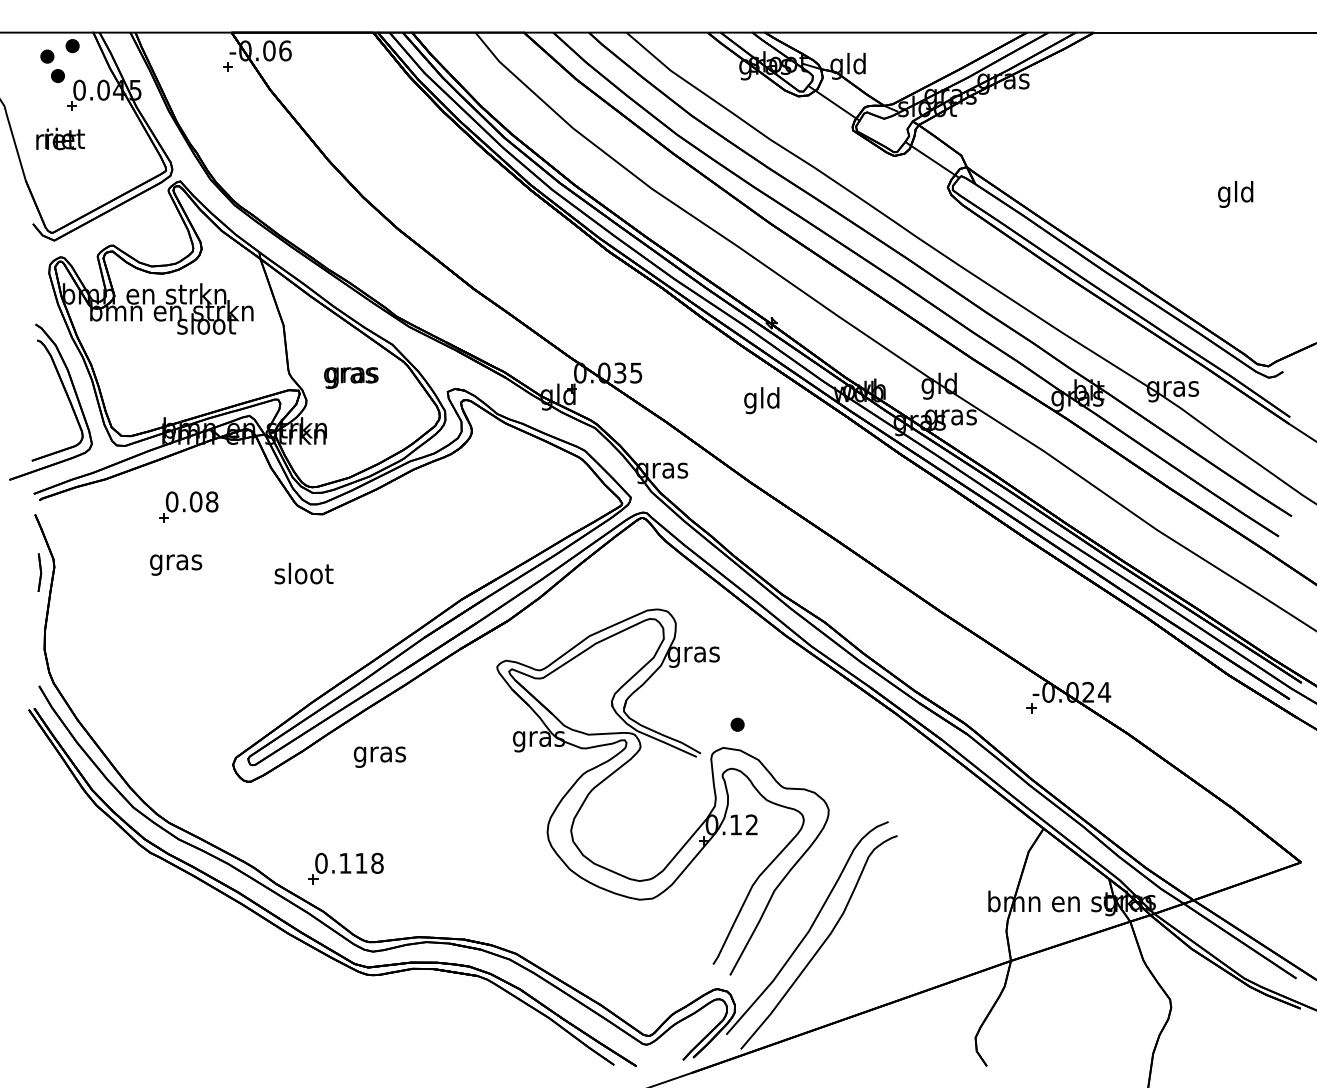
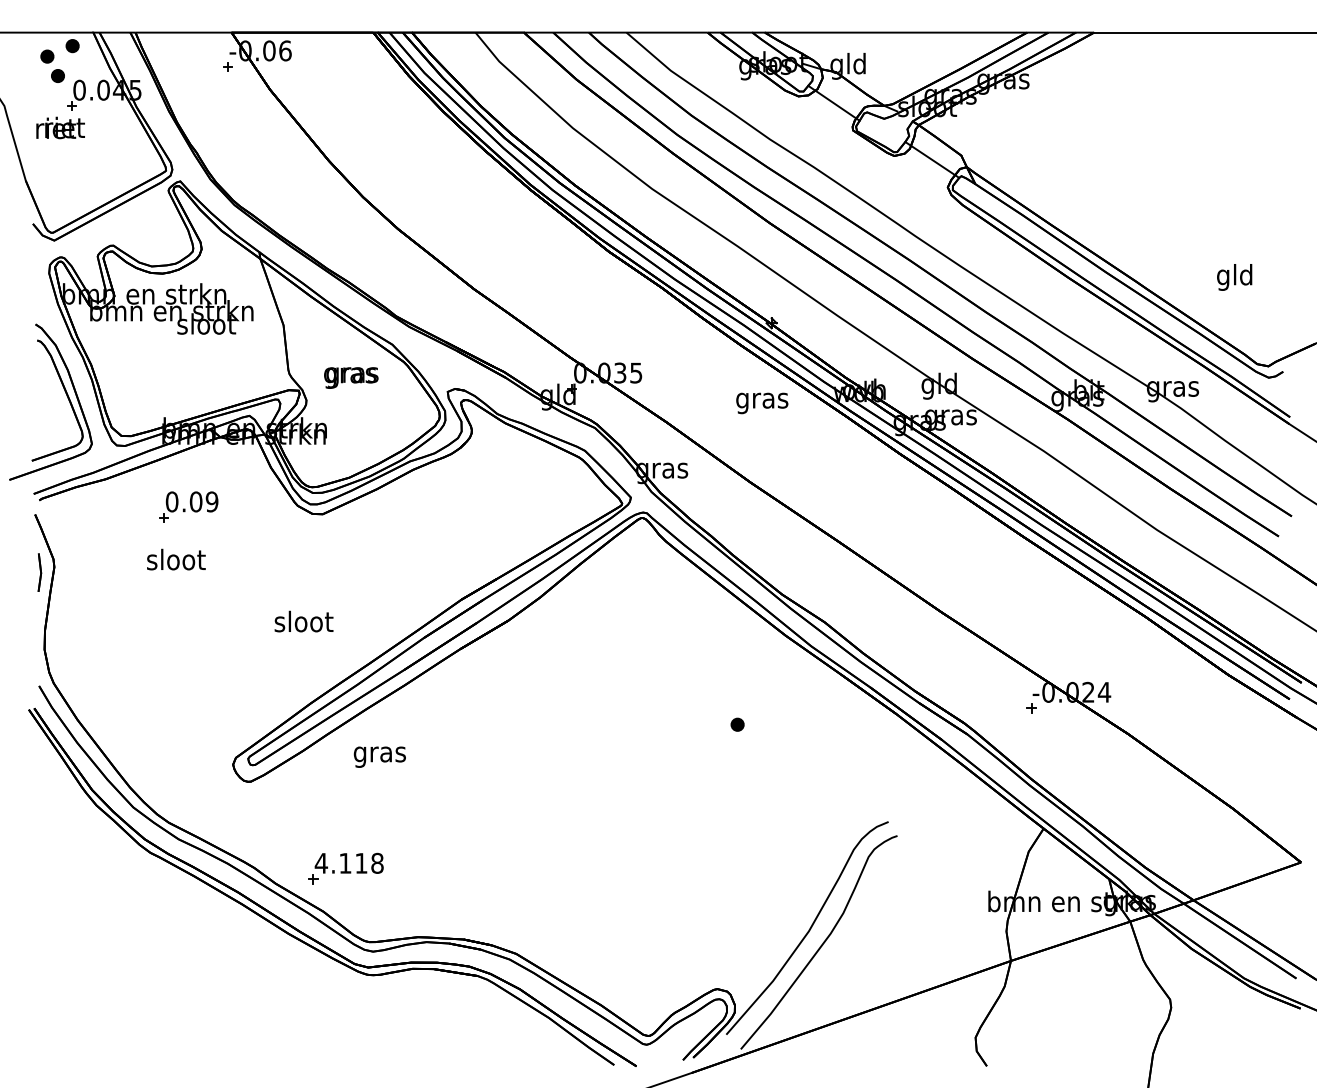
text at (60, 138) position: (60, 138) -> (60, 127)
text at (1235, 194) position: (1235, 194) -> (1234, 277)
text at (762, 400): gld -> gras
text at (211, 501): 0.08 -> 0.09
text at (176, 561): gras -> sloot
text at (303, 573) position: (303, 573) -> (303, 621)
part at (681, 751): present -> none
text at (320, 862): 0.118 -> 4.118
